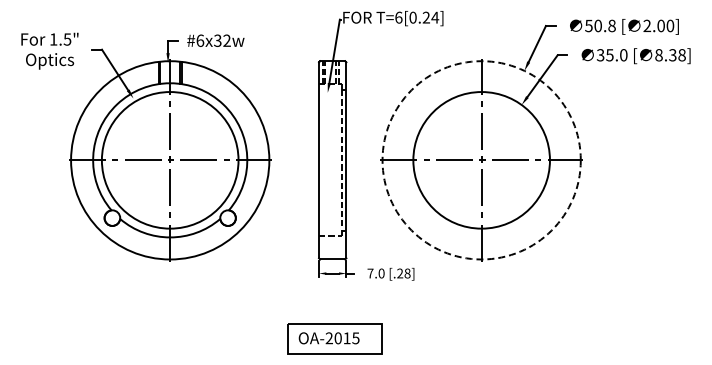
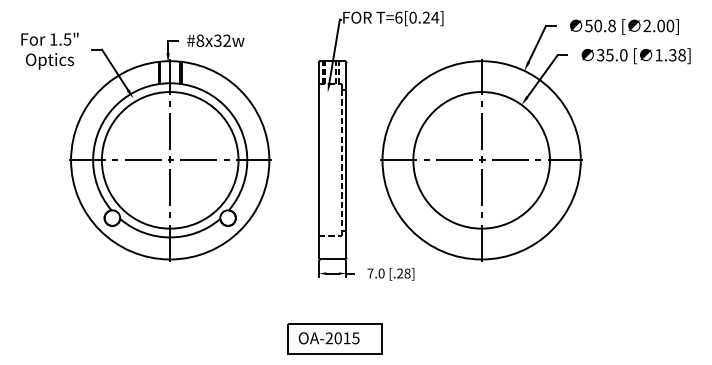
text at (200, 40): #6x32w -> #8x32w
text at (658, 55): 8.38] -> 1.38]
circle at (481, 160): dashed -> solid
